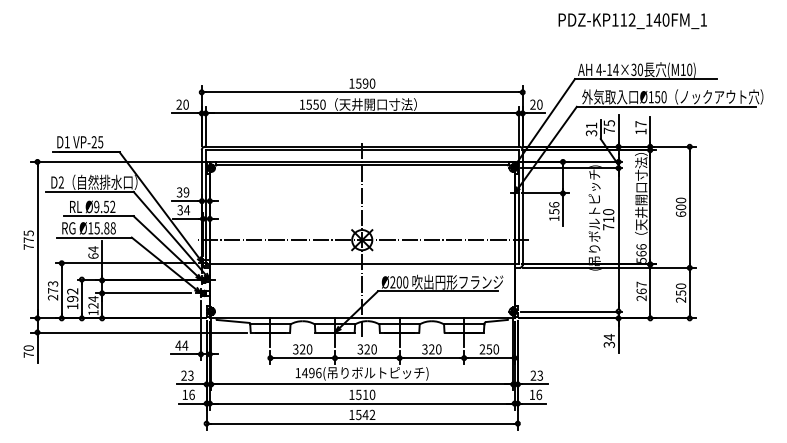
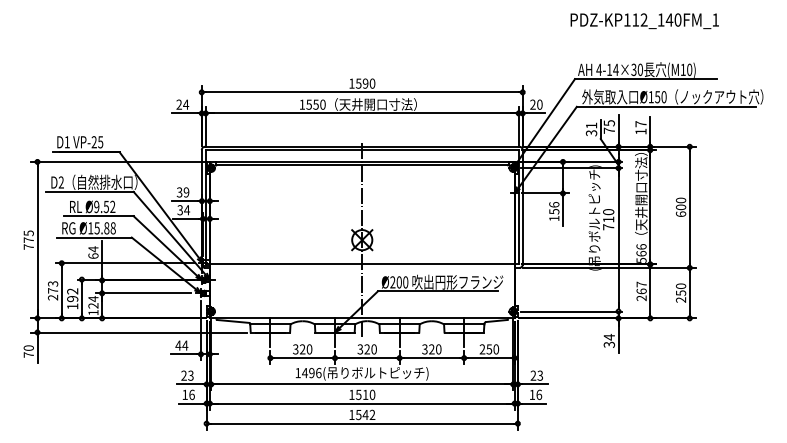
text at (632, 21) position: (632, 21) -> (644, 21)
text at (186, 104): 20 -> 24
line at (361, 240): present -> none
